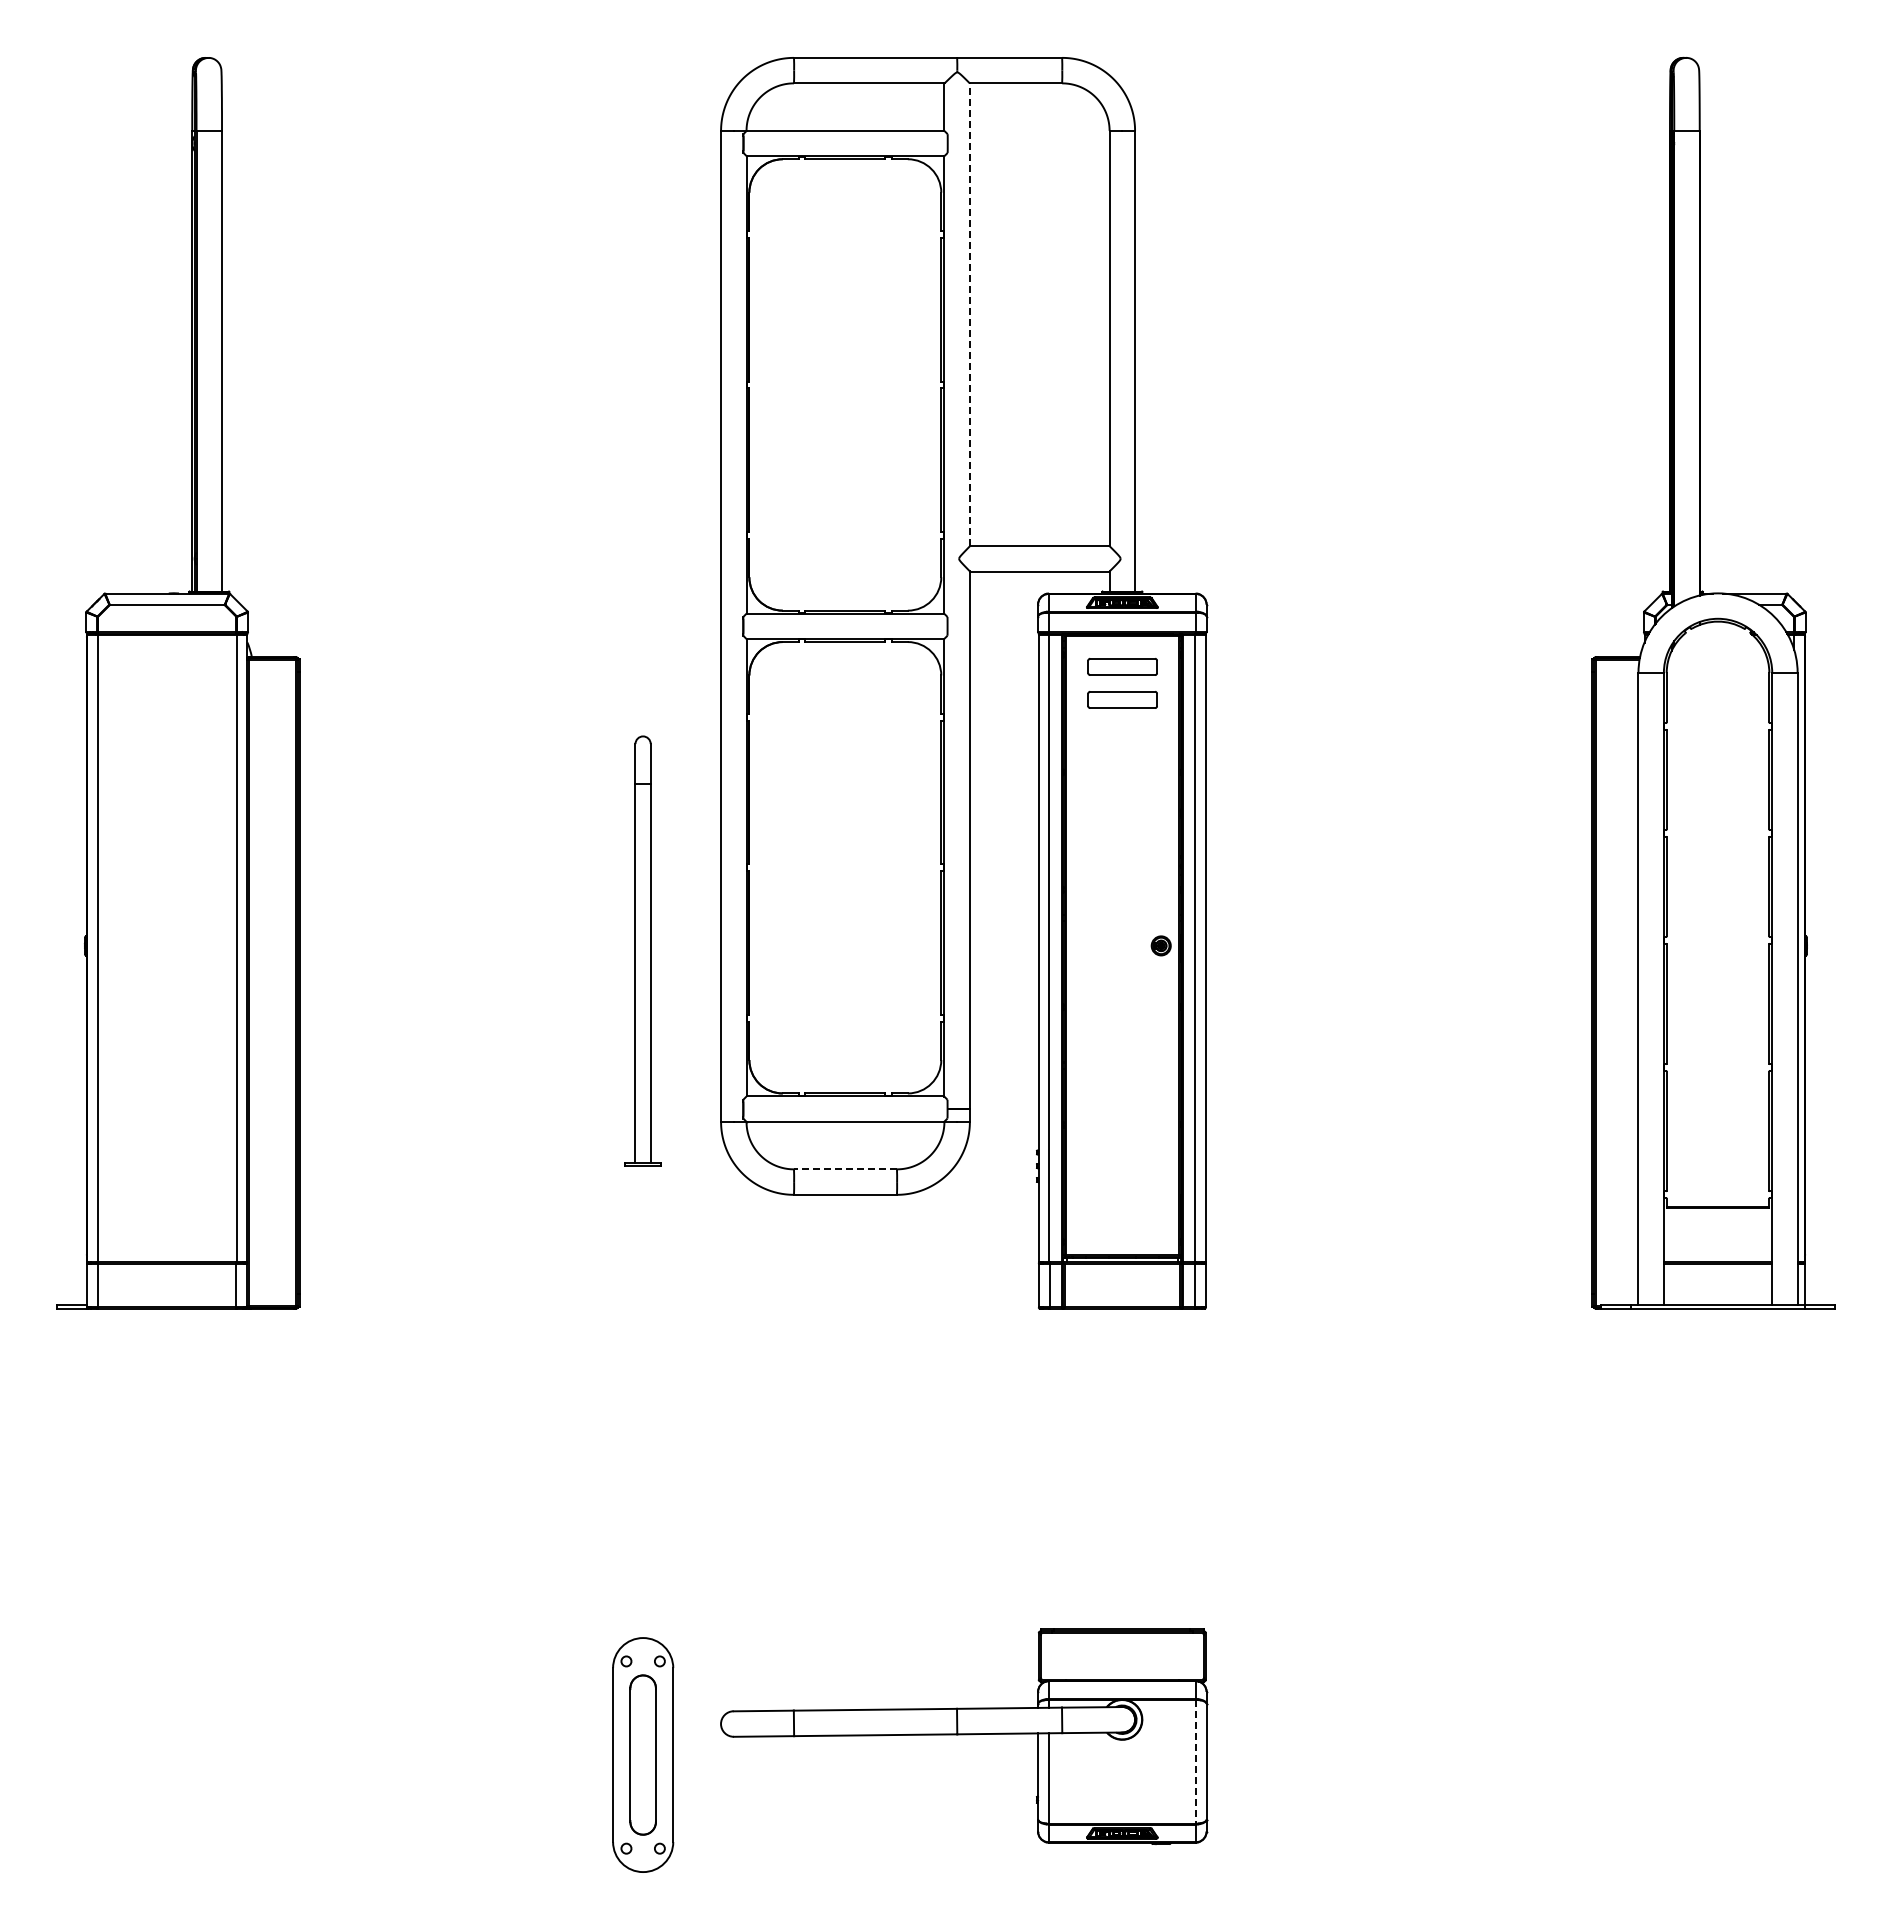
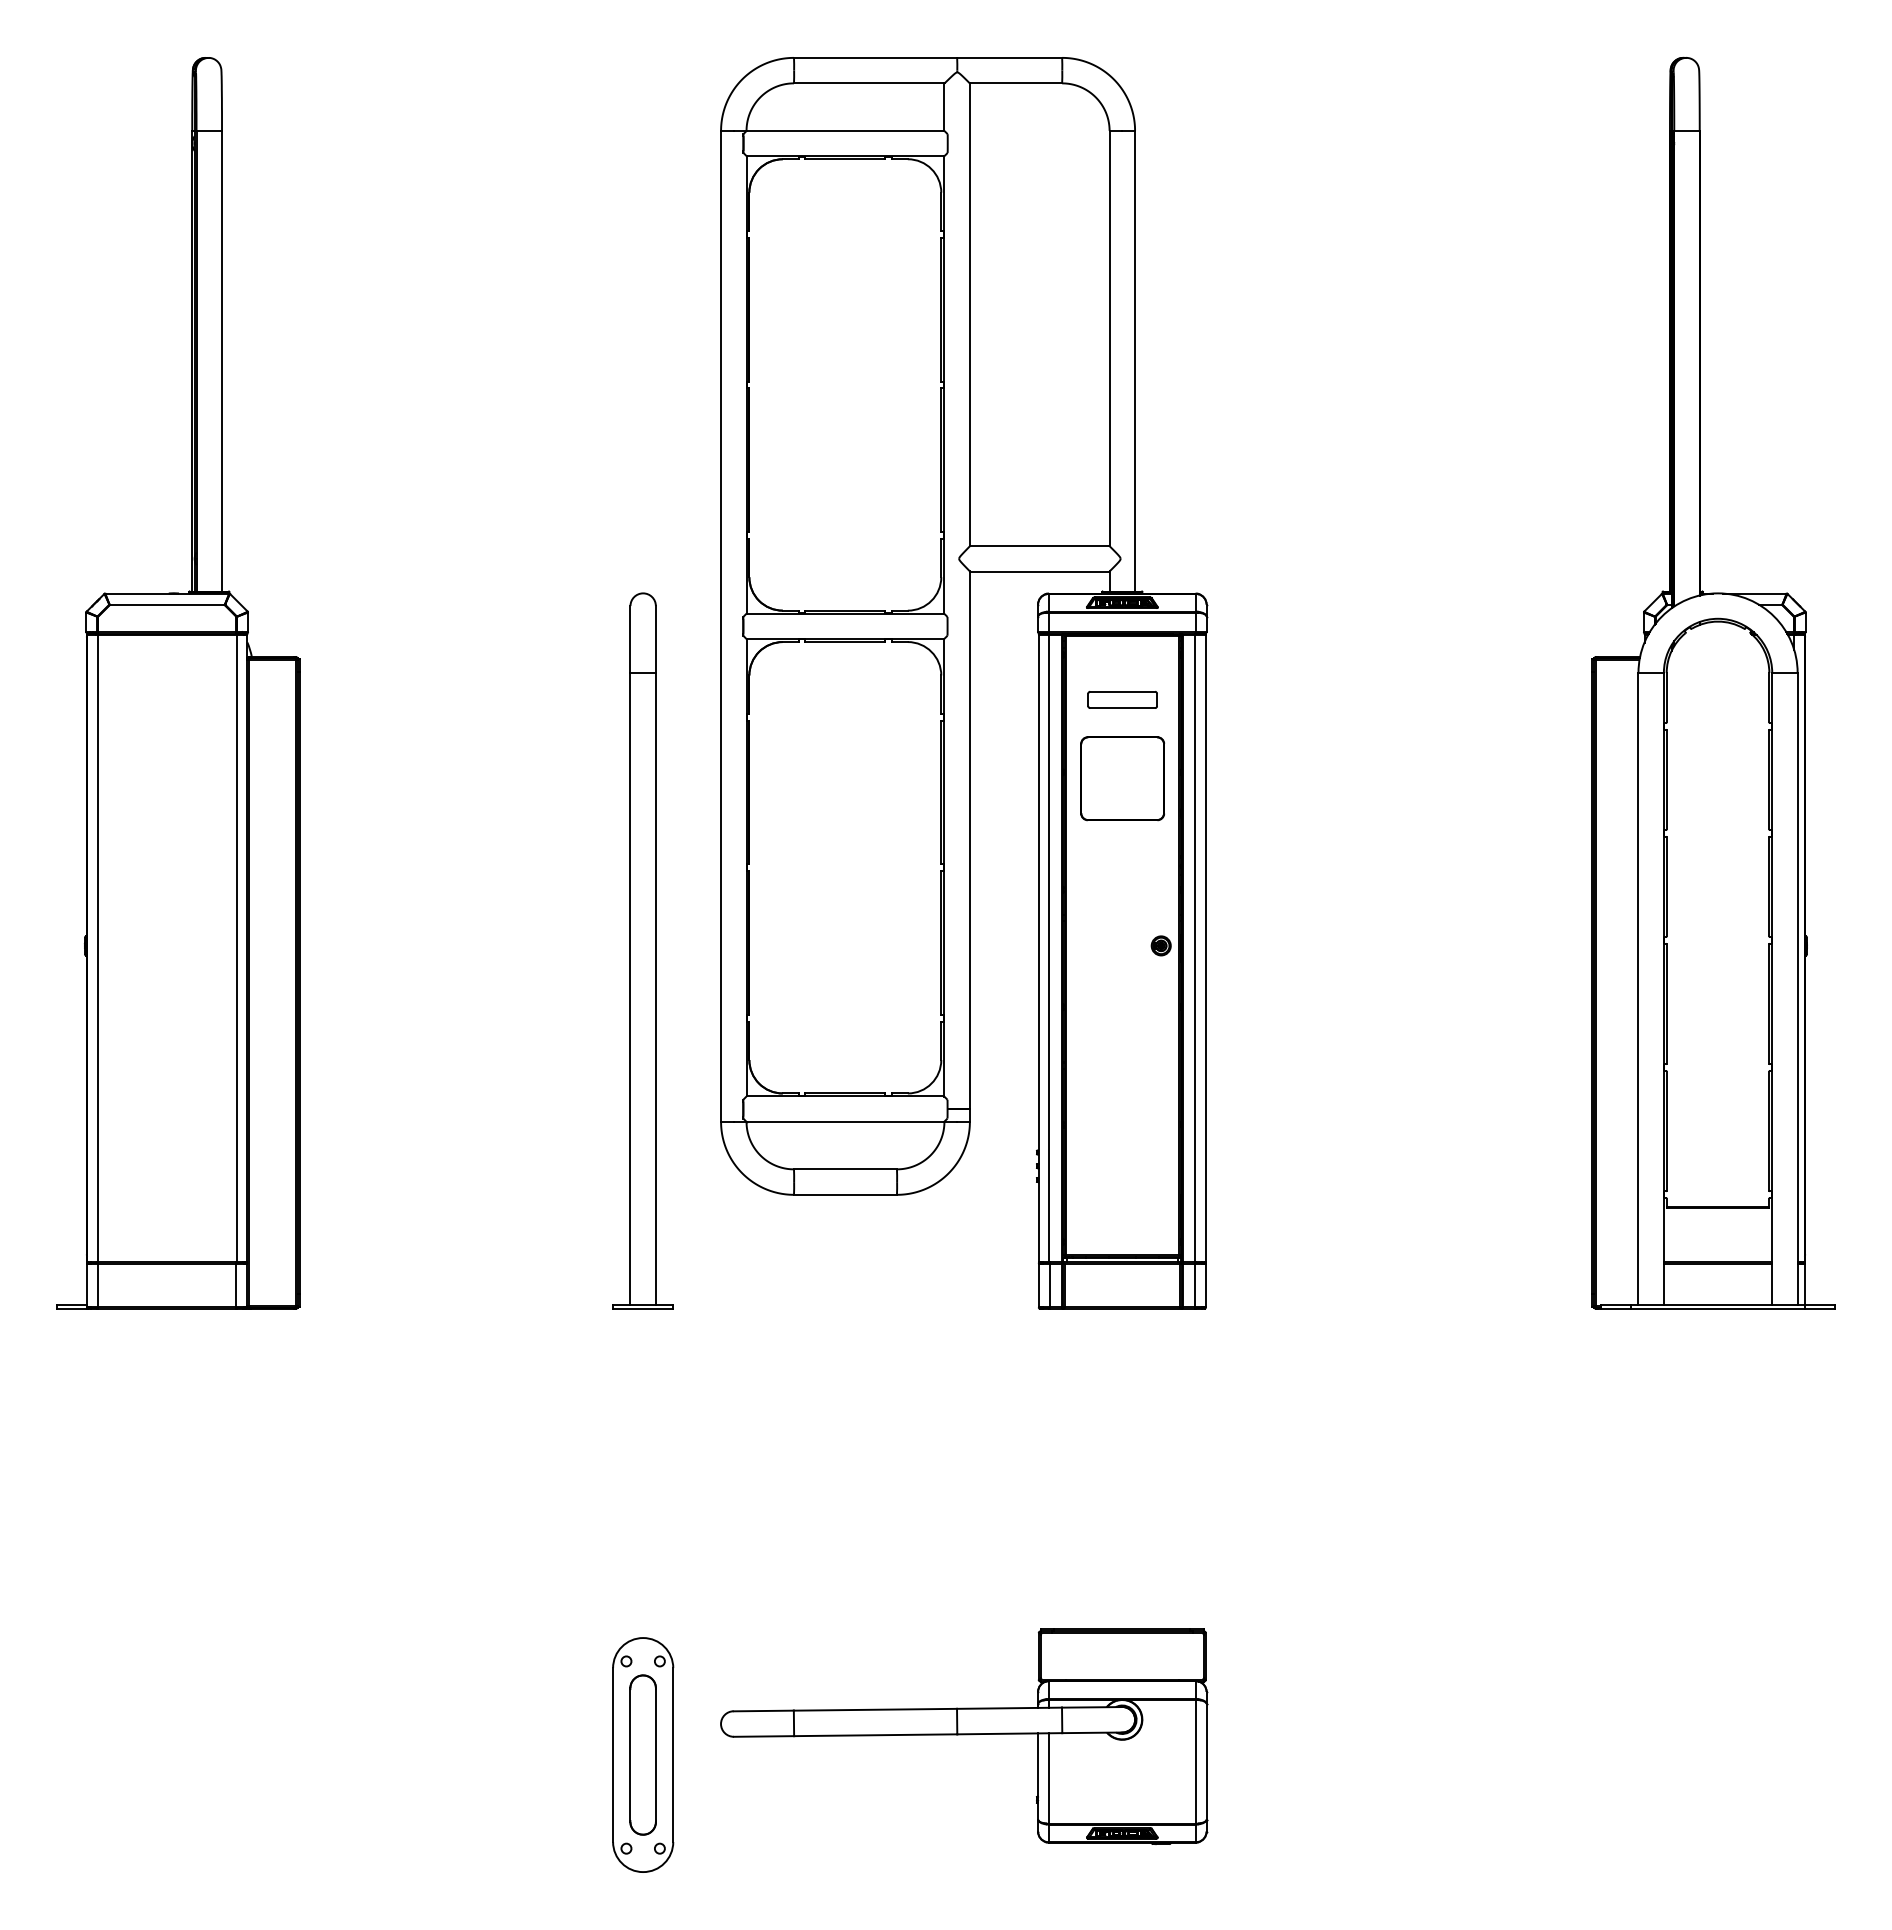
line at (969, 314): dashed -> solid
part at (1122, 666): present -> none
part at (1122, 778): none -> present
part at (642, 950) size: 38x432 px -> 62x718 px
line at (844, 1169): dashed -> solid
line at (1195, 1761): dashed -> solid
